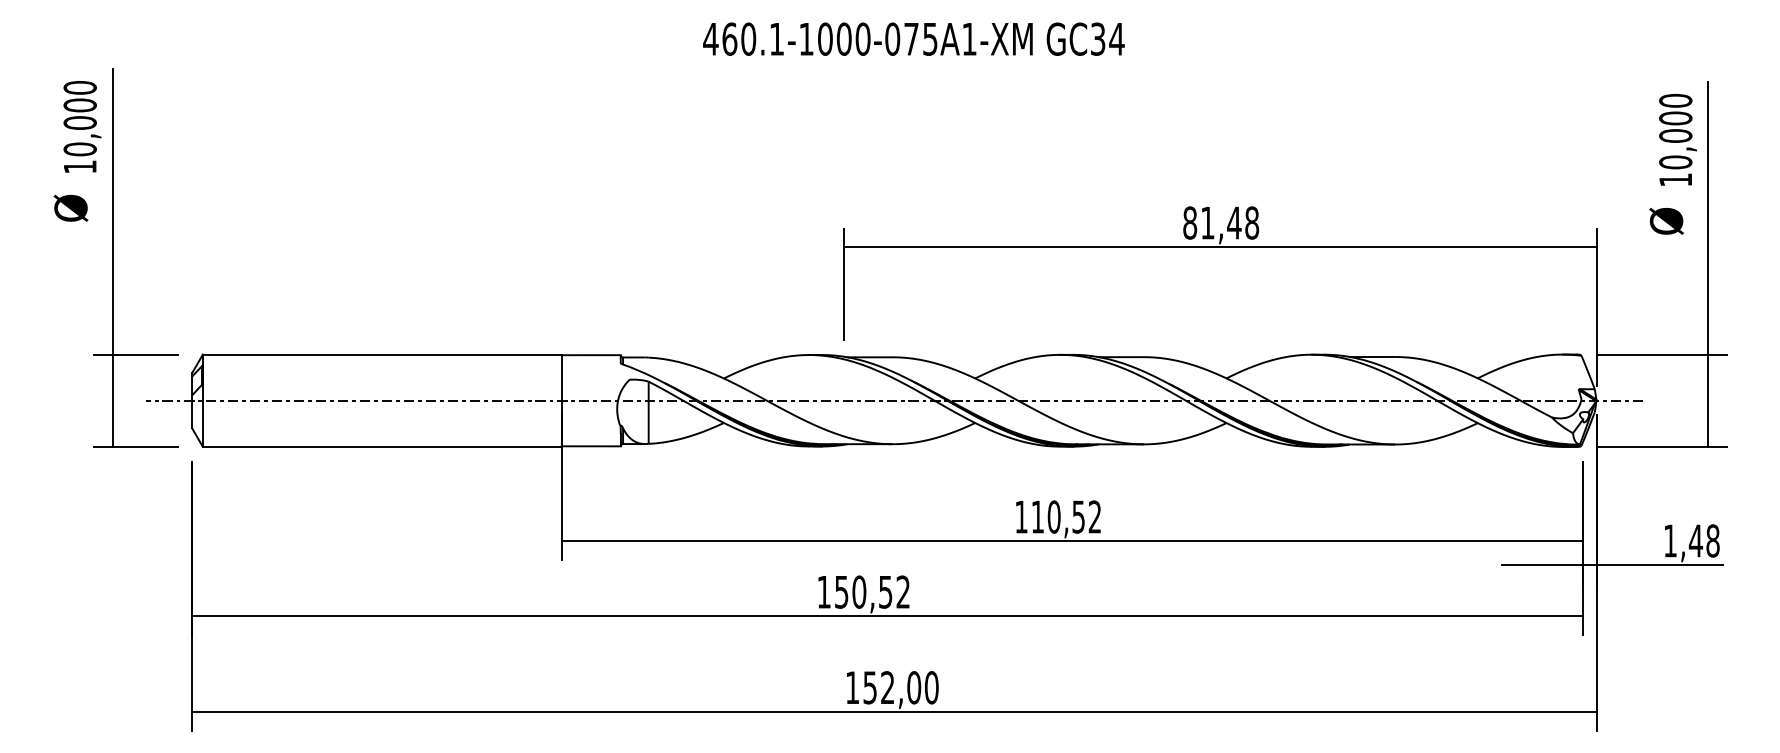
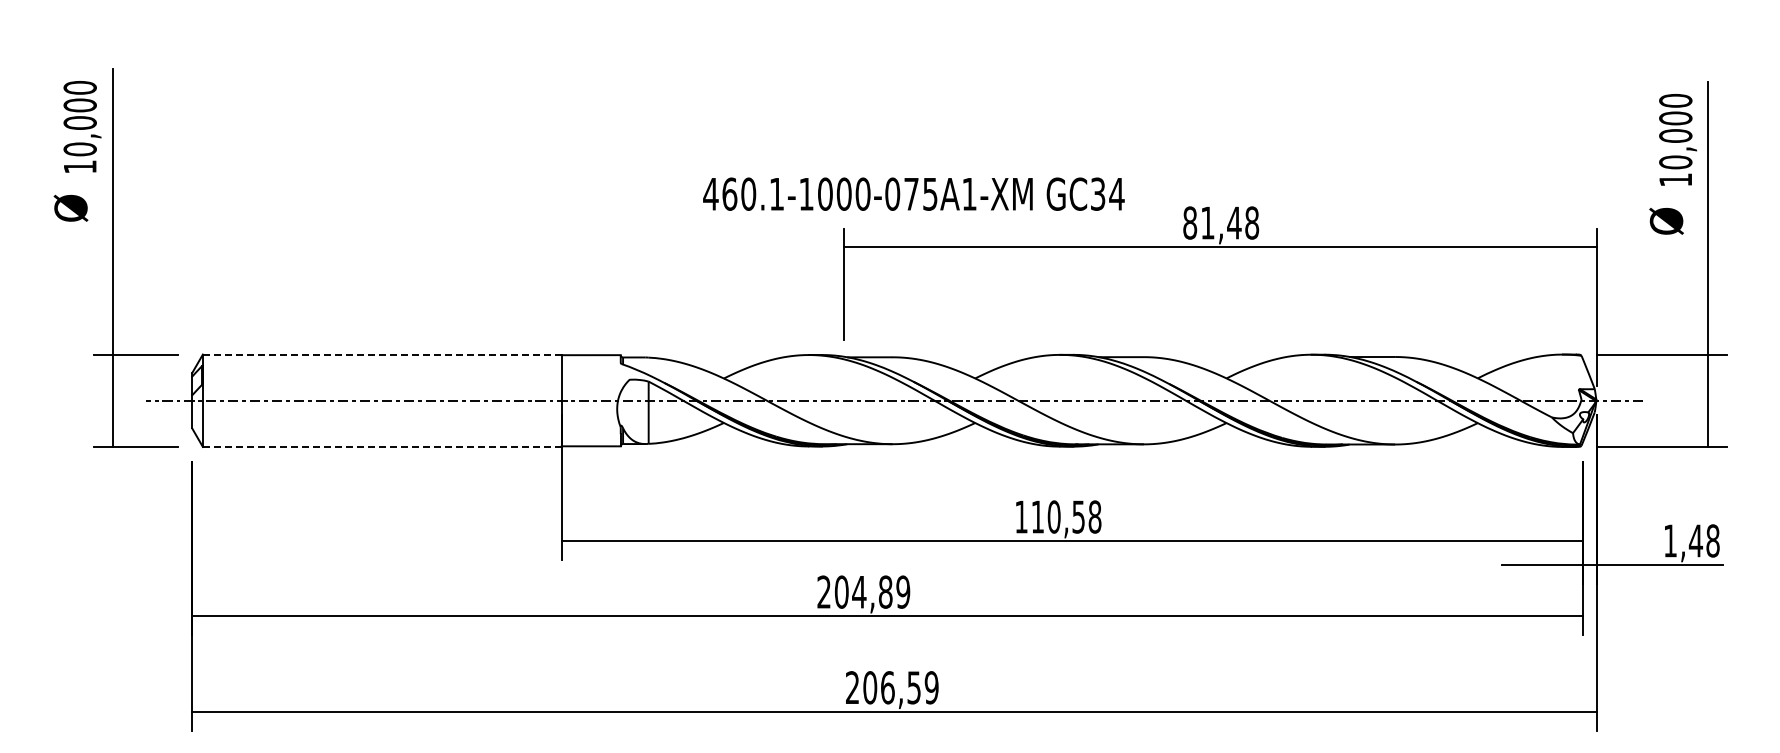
text at (913, 38) position: (913, 38) -> (913, 193)
line at (381, 354): solid -> dashed
line at (382, 446): solid -> dashed
text at (1094, 516): 110,52 -> 110,58
text at (863, 591): 150,52 -> 204,89
text at (892, 687): 152,00 -> 206,59
